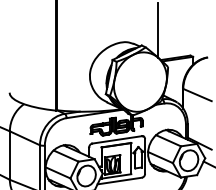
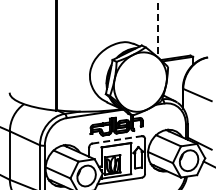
line at (158, 30): solid -> dashed
line at (117, 139): solid -> dashed
